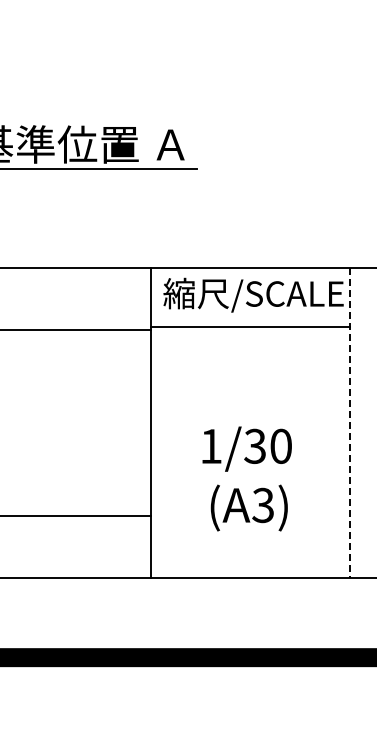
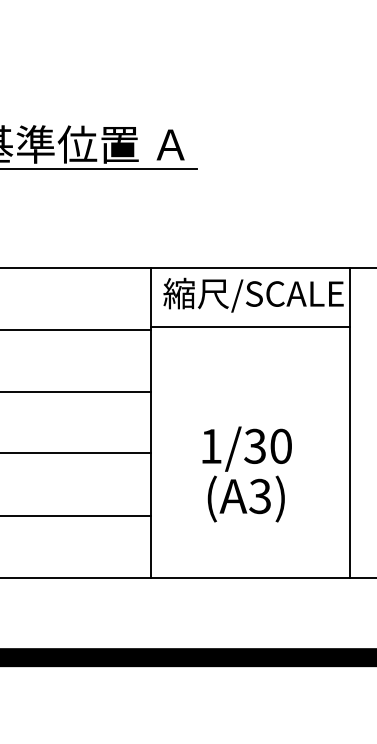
line at (76, 391): none -> present
line at (350, 422): dashed -> solid
line at (76, 453): none -> present
text at (248, 507) position: (248, 507) -> (245, 498)
